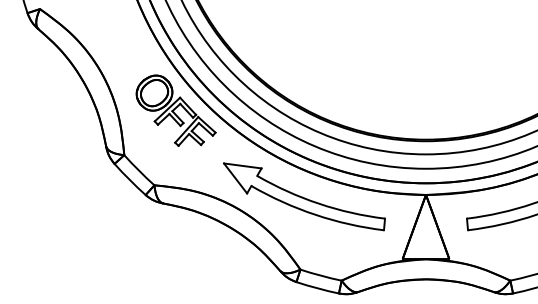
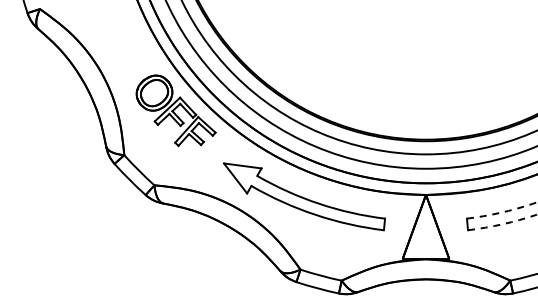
arc at (503, 212): solid -> dashed
arc at (503, 224): solid -> dashed
